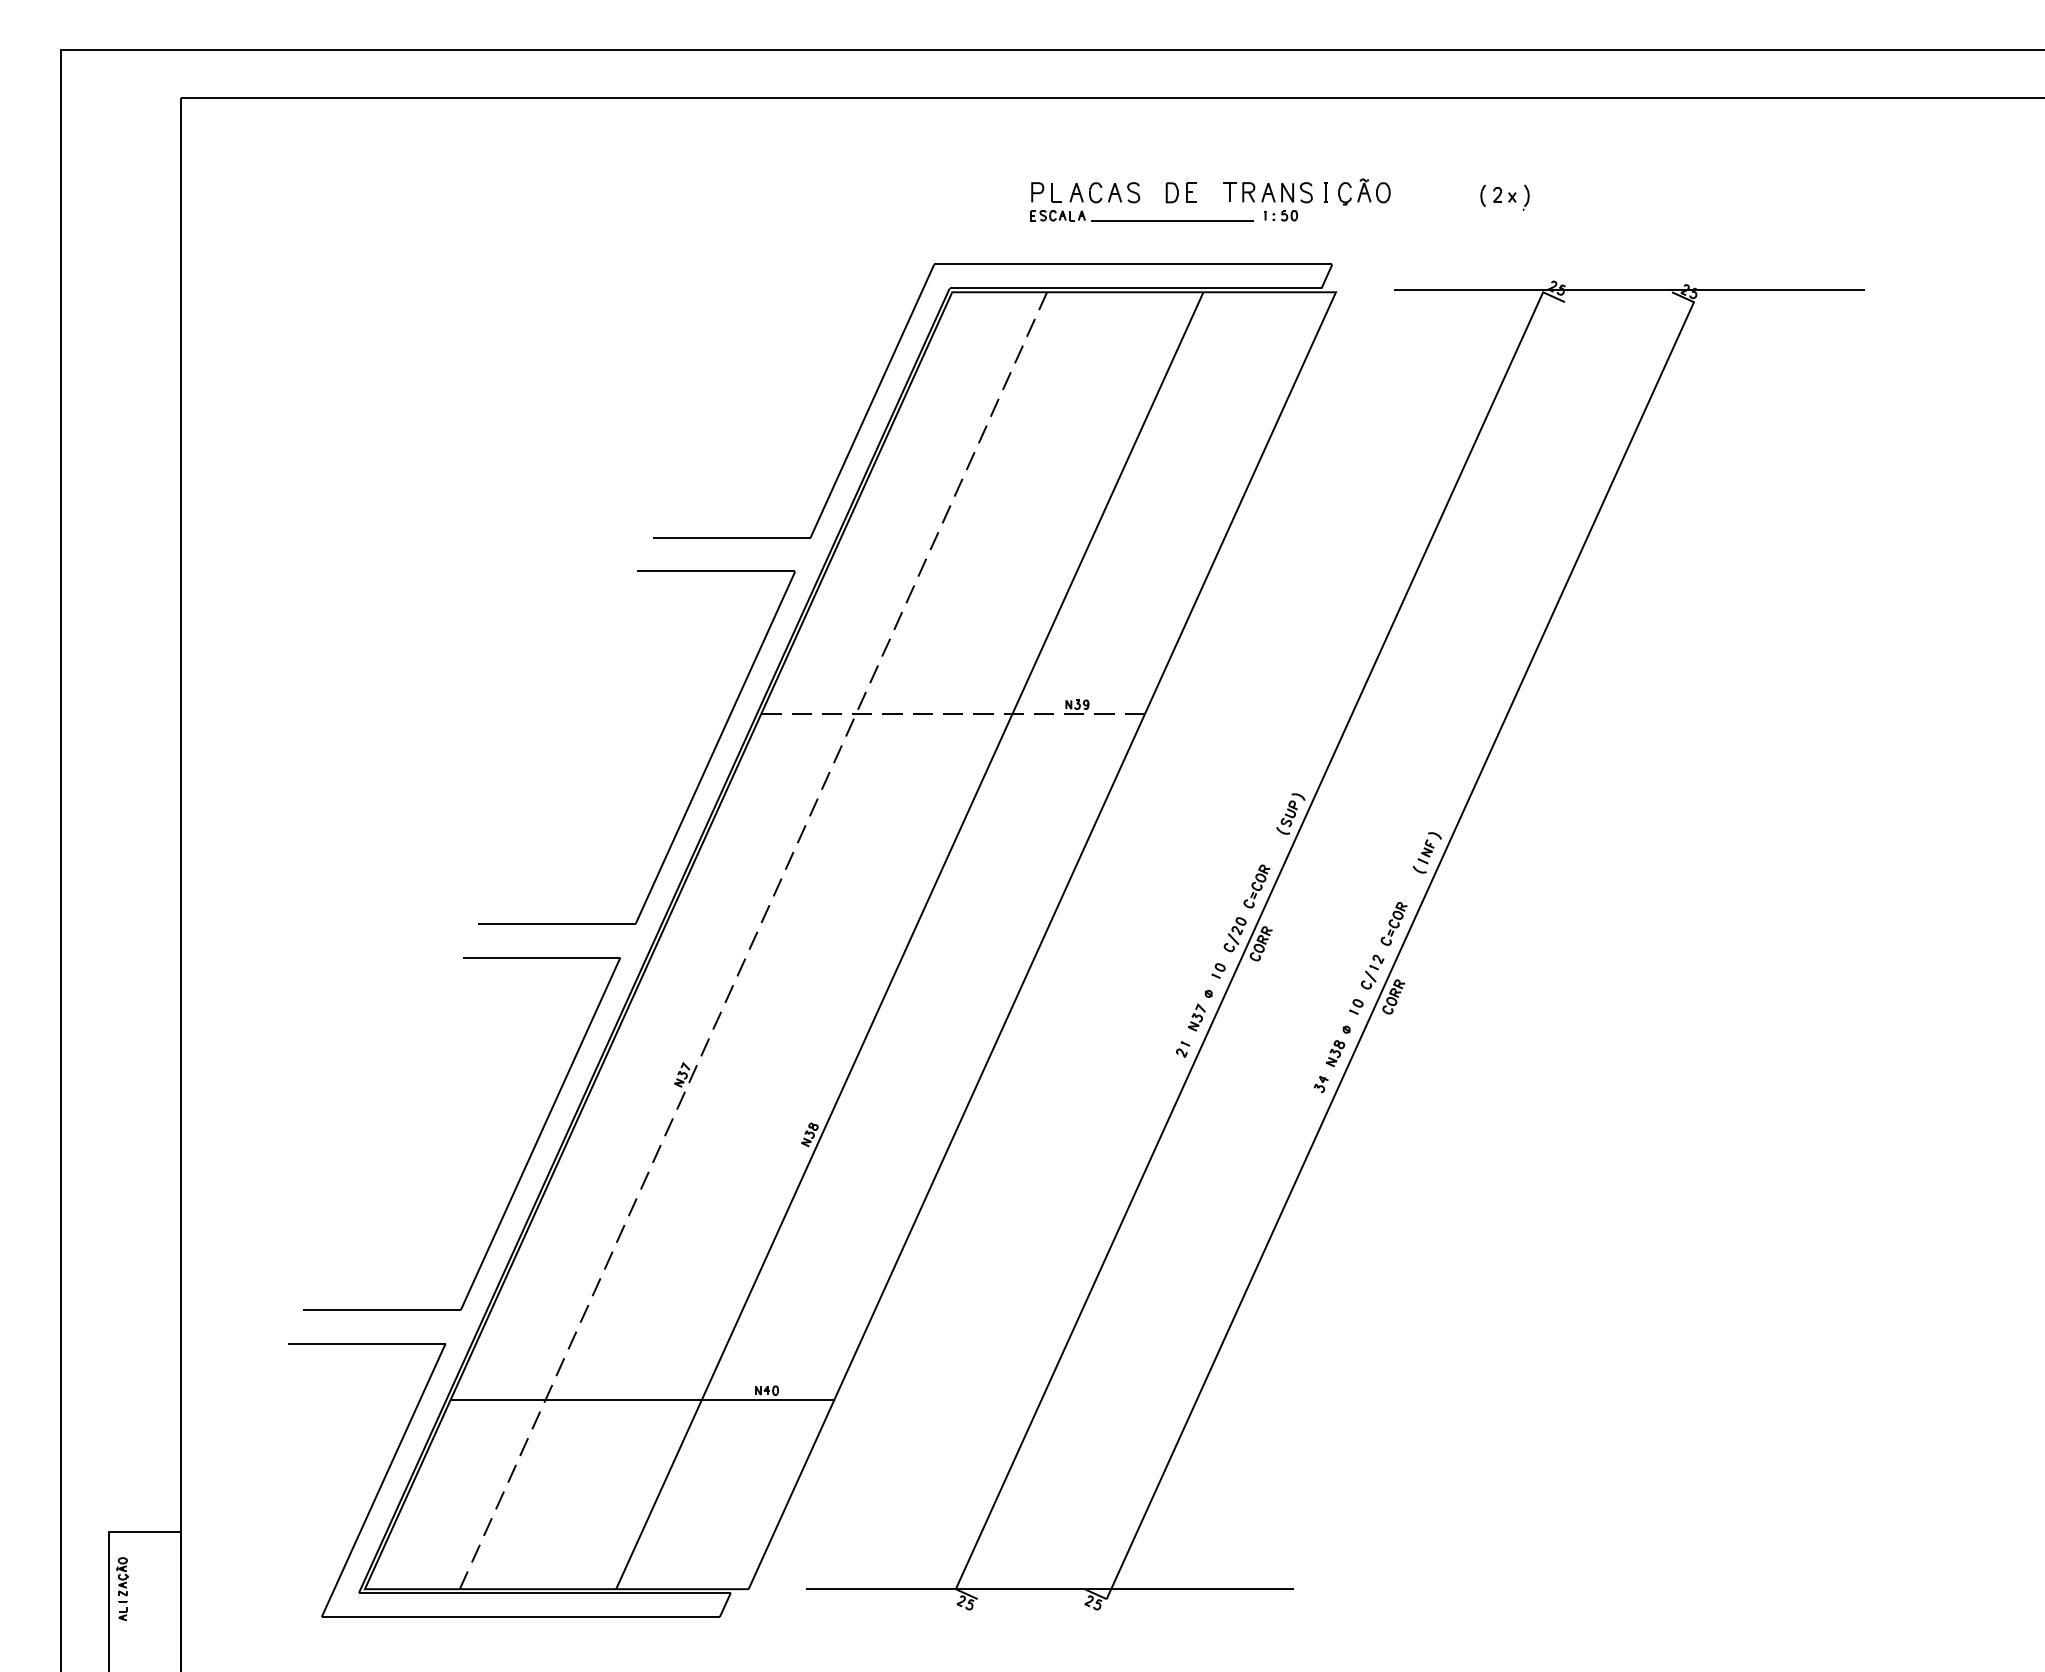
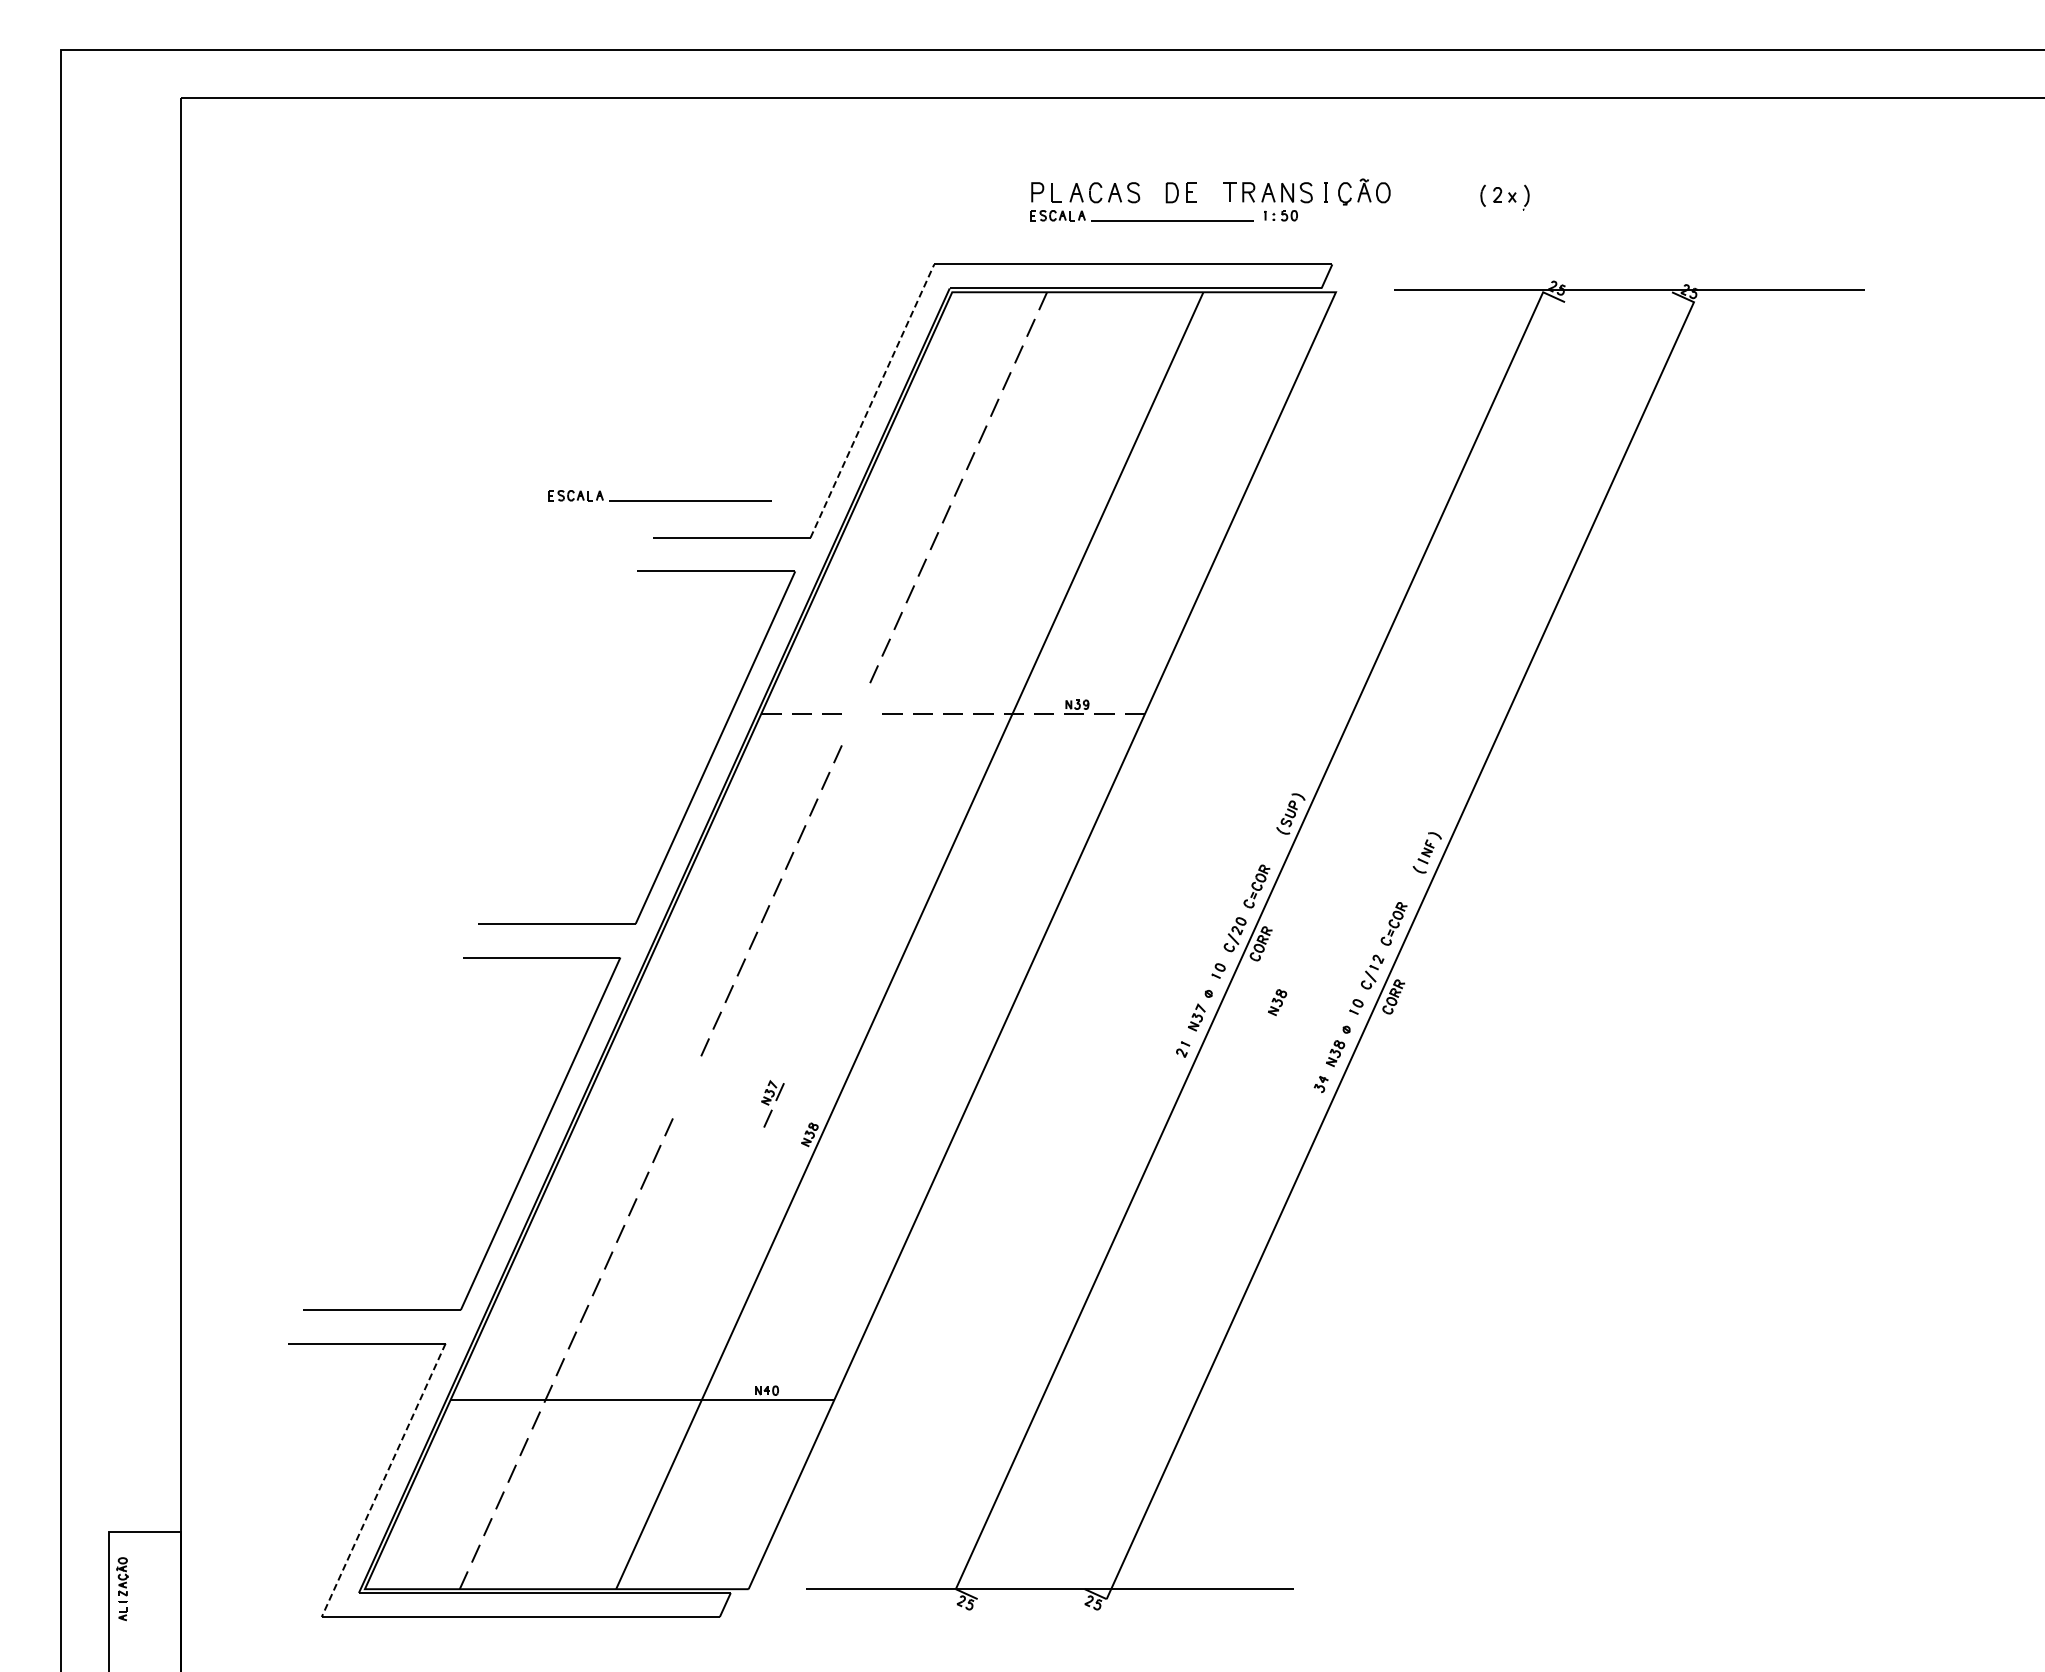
line at (872, 400): solid -> dashed
part at (659, 495): none -> present
part at (858, 713): present -> none
part at (1277, 1002): none -> present
part at (685, 1085) position: (685, 1085) -> (772, 1103)
line at (383, 1480): solid -> dashed
